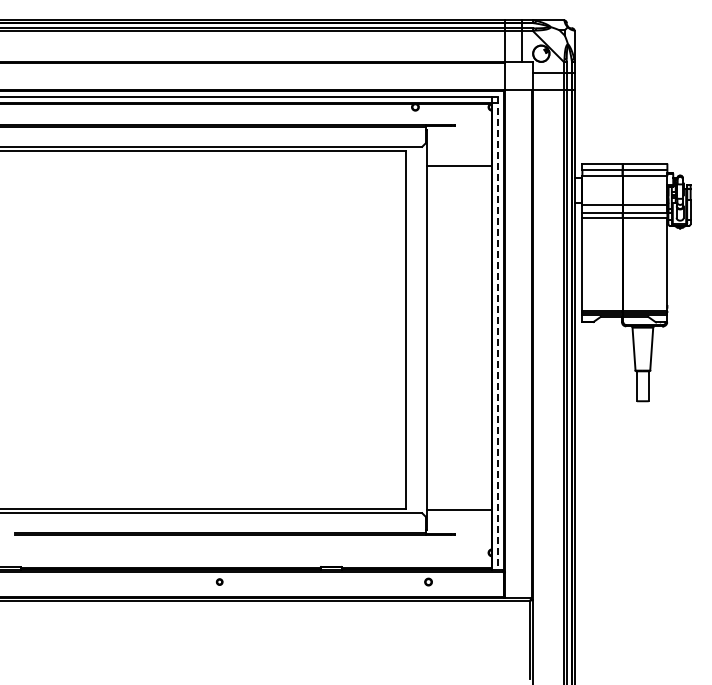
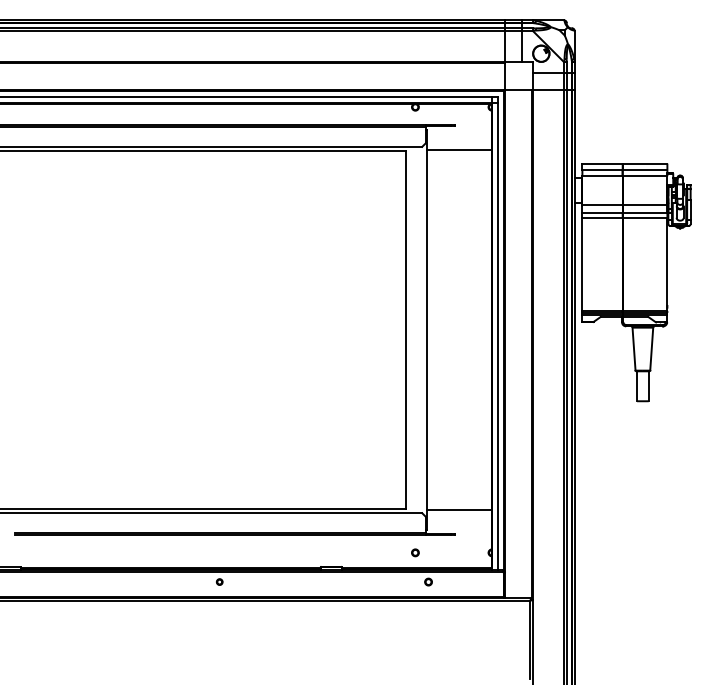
line at (458, 165) position: (458, 165) -> (458, 149)
line at (498, 333): dashed -> solid
part at (415, 552): none -> present
